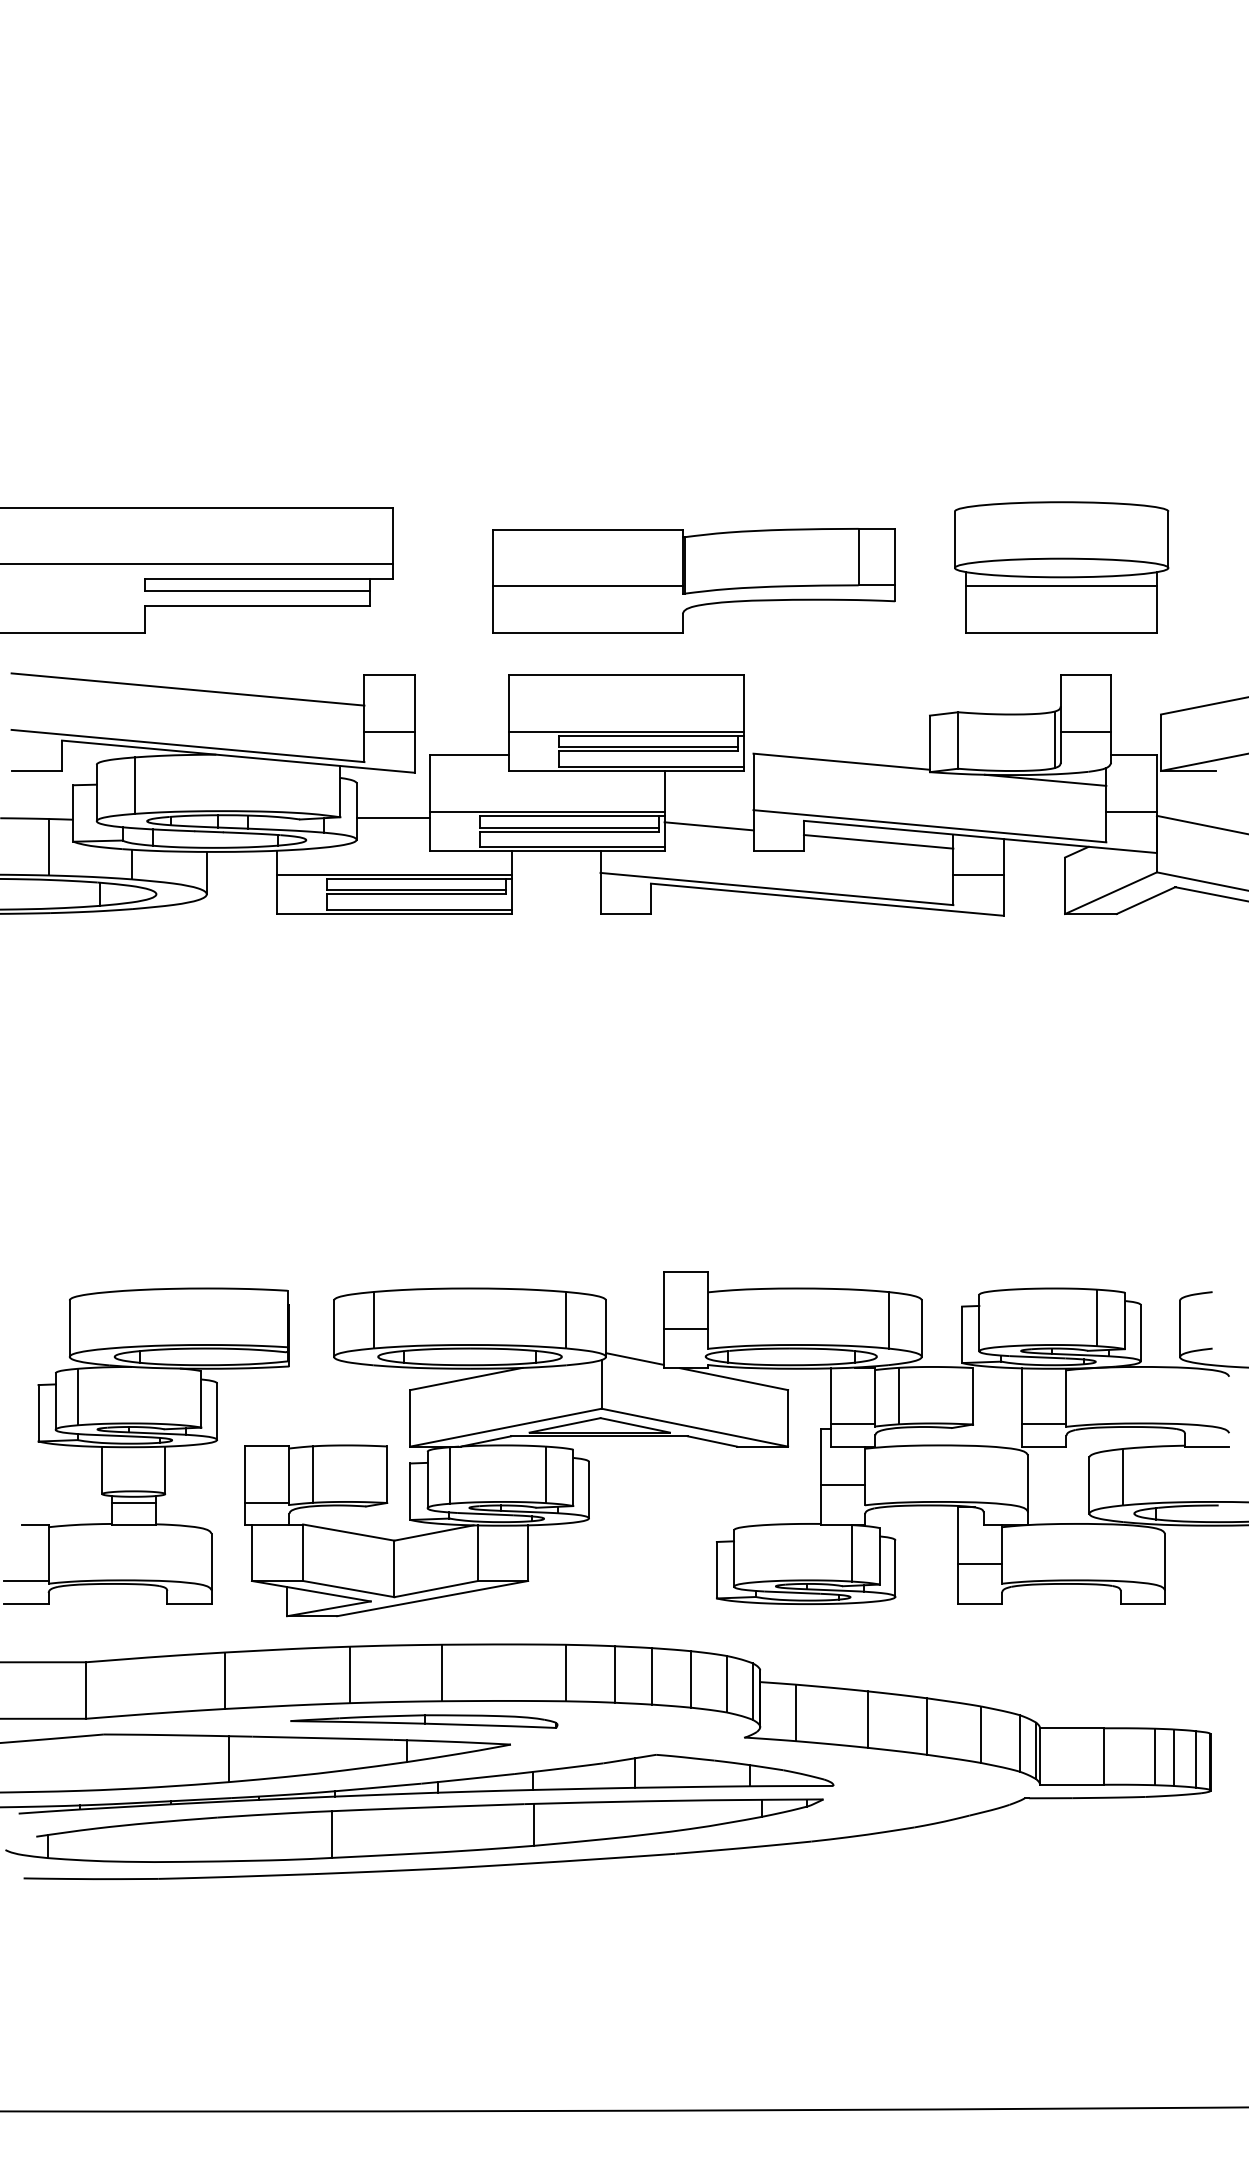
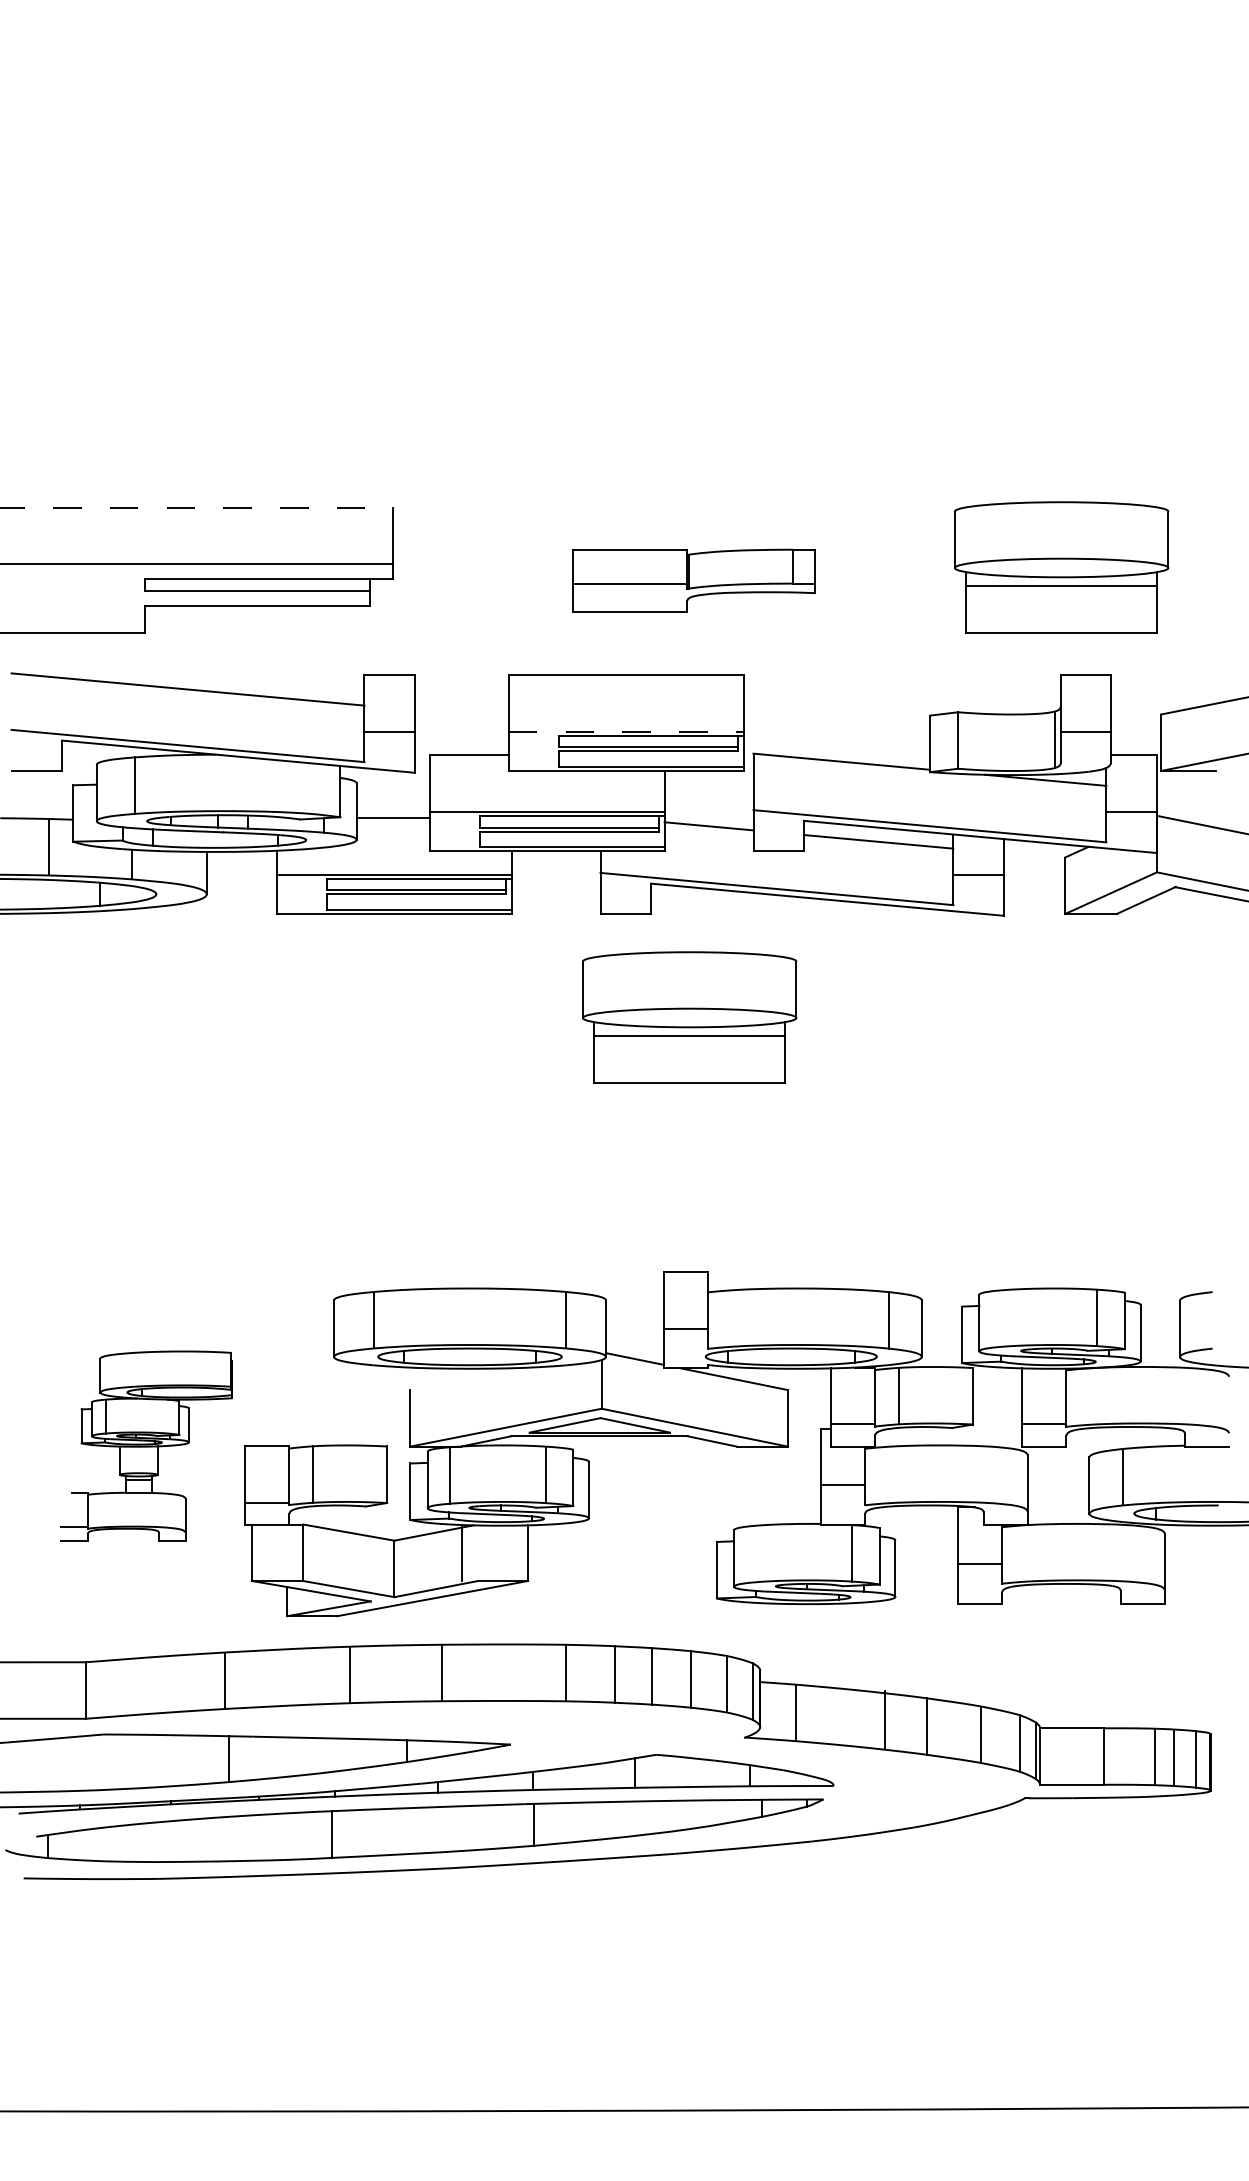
line at (197, 507): solid -> dashed
part at (693, 580) size: 404x106 px -> 244x65 px
line at (626, 731): solid -> dashed
part at (689, 1017): none -> present
line at (466, 1378): present -> none
part at (146, 1445) size: 287x318 px -> 173x192 px
line at (478, 1552) position: (478, 1552) -> (462, 1552)
line at (867, 1719) position: (867, 1719) -> (884, 1719)
part at (424, 1721): present -> none
